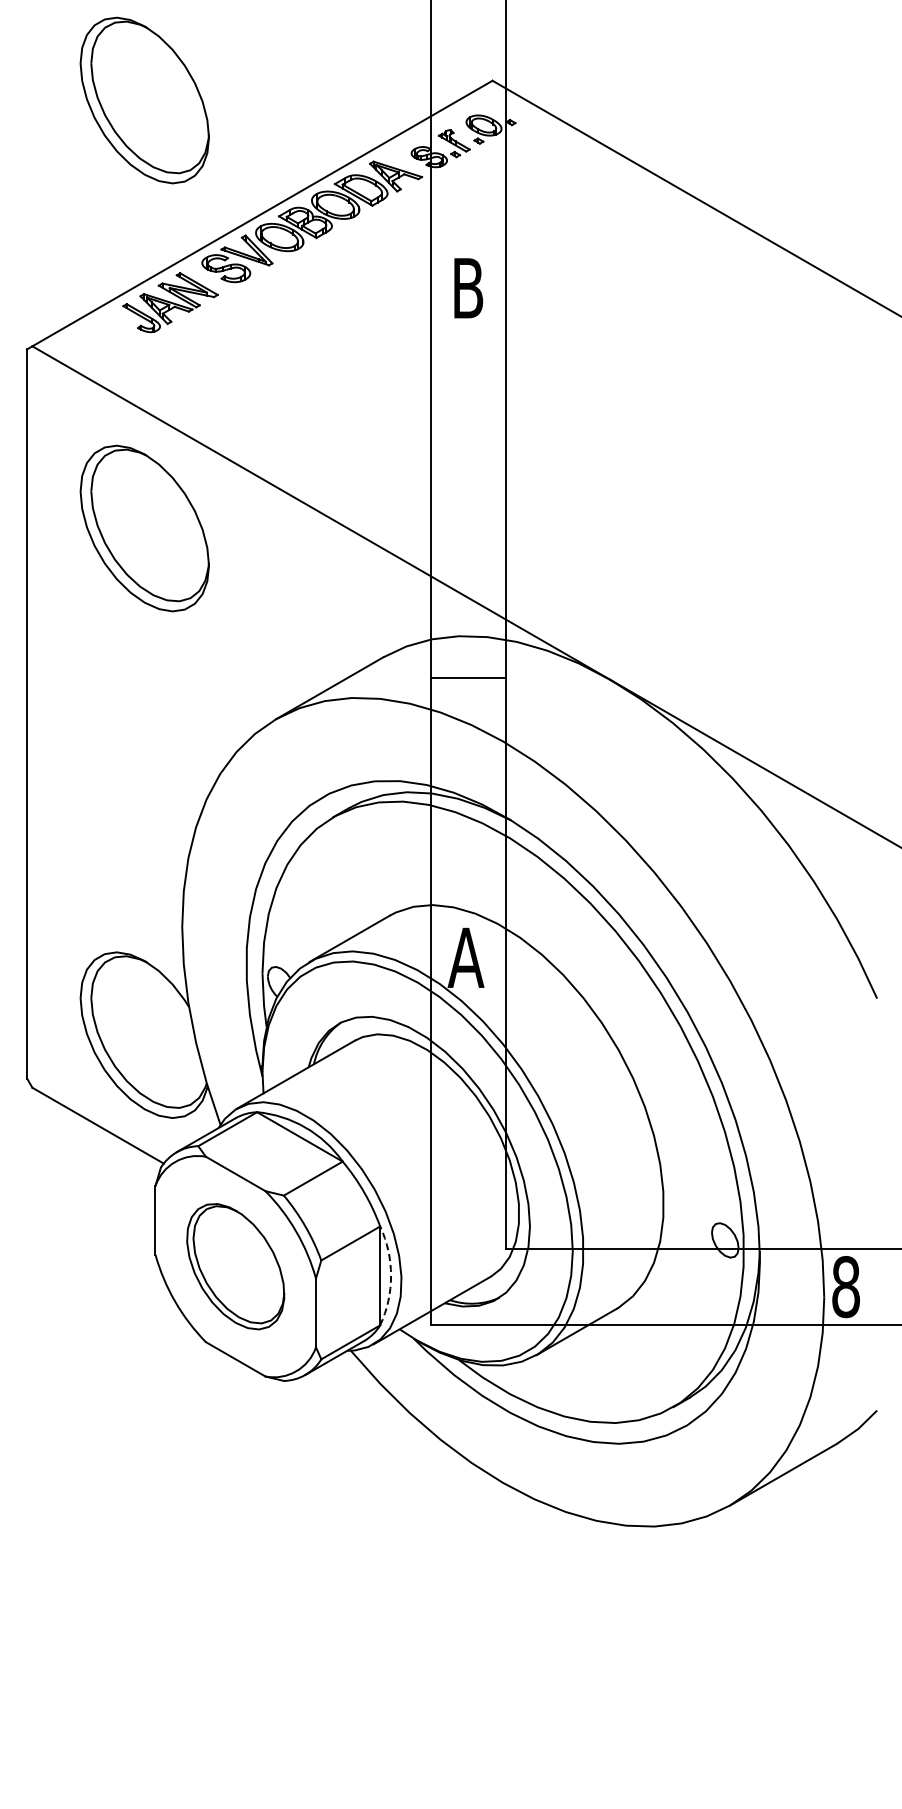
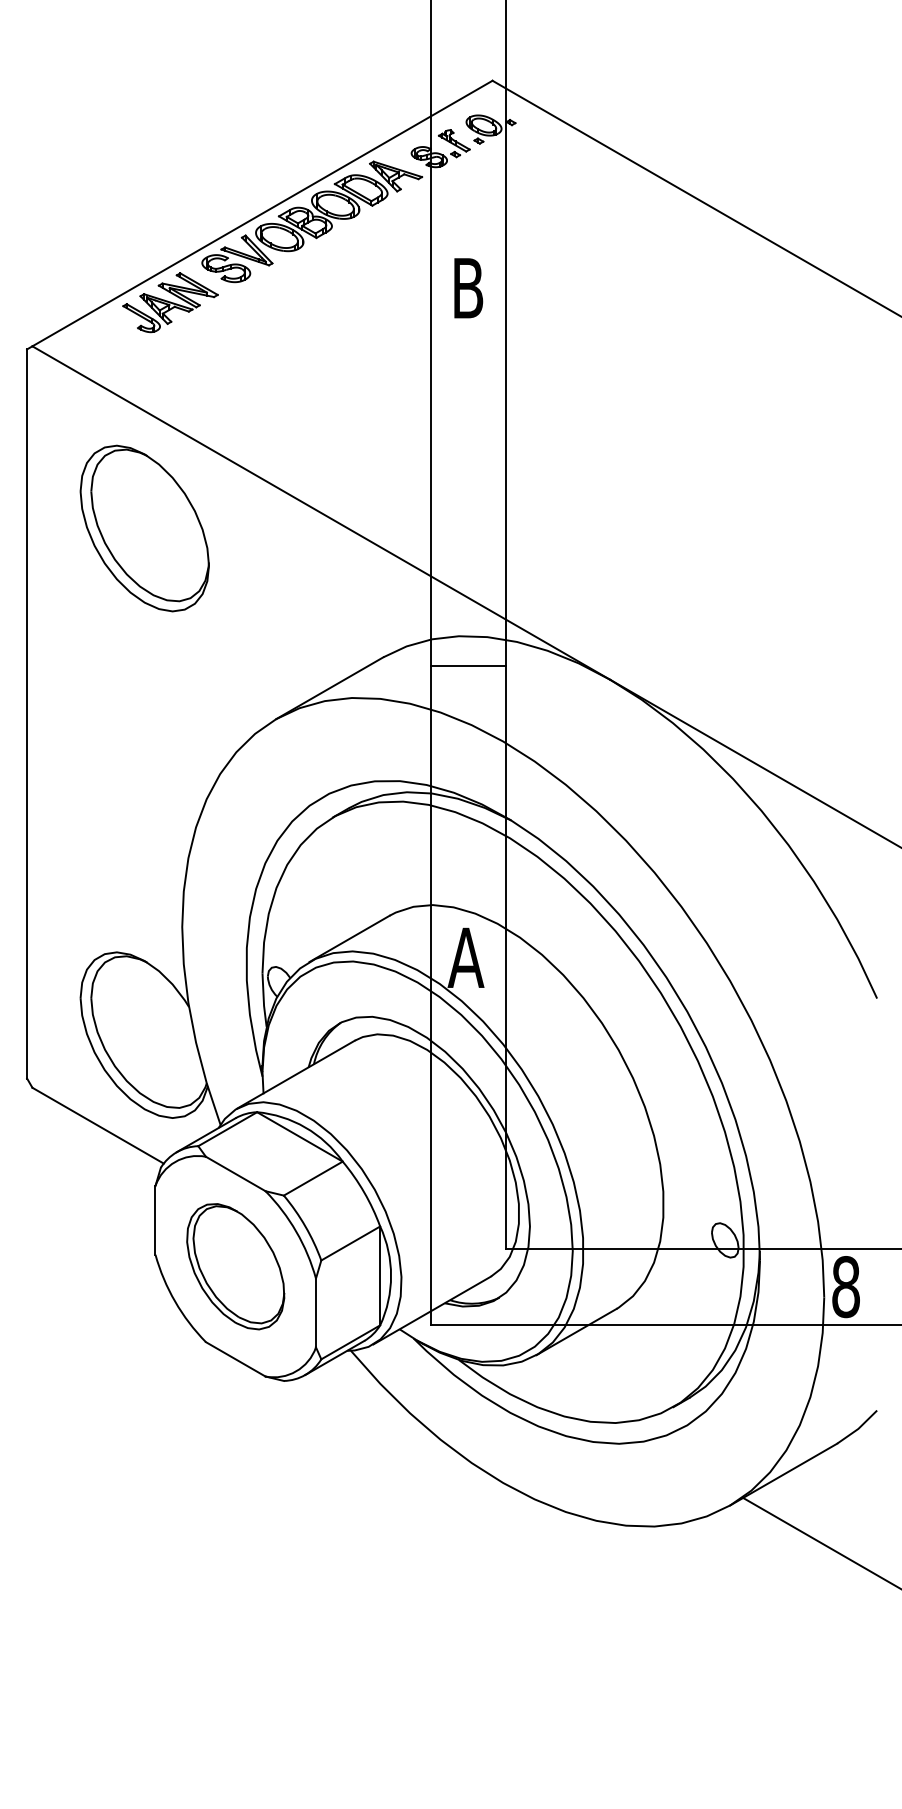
part at (144, 100): present -> none
line at (468, 678) position: (468, 678) -> (468, 666)
arc at (391, 1275): dashed -> solid
line at (820, 1542): none -> present
